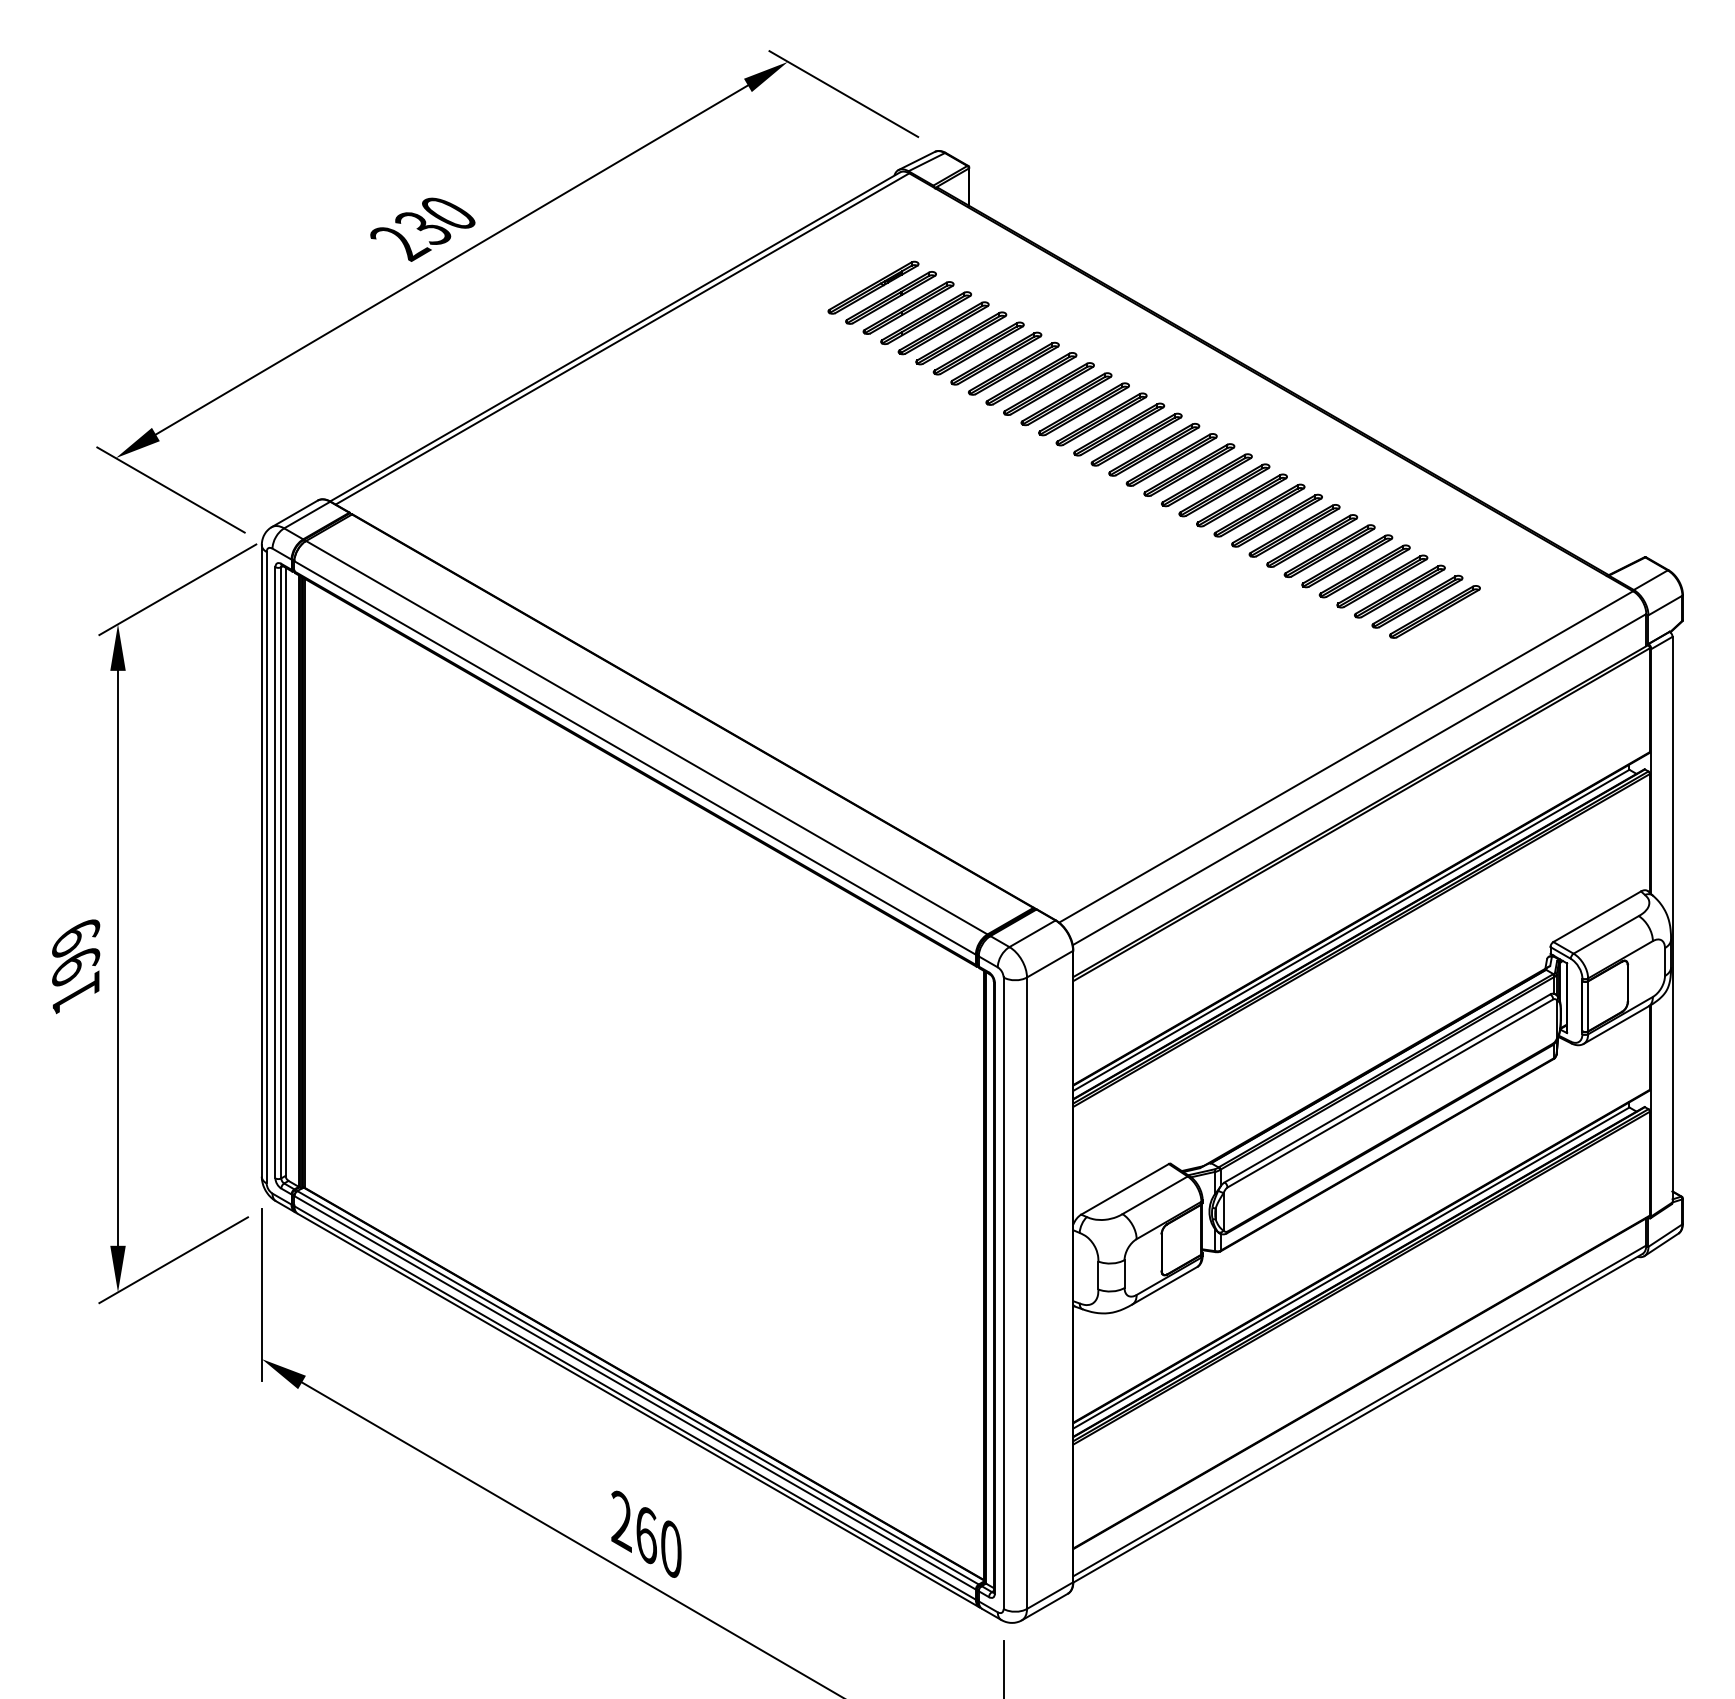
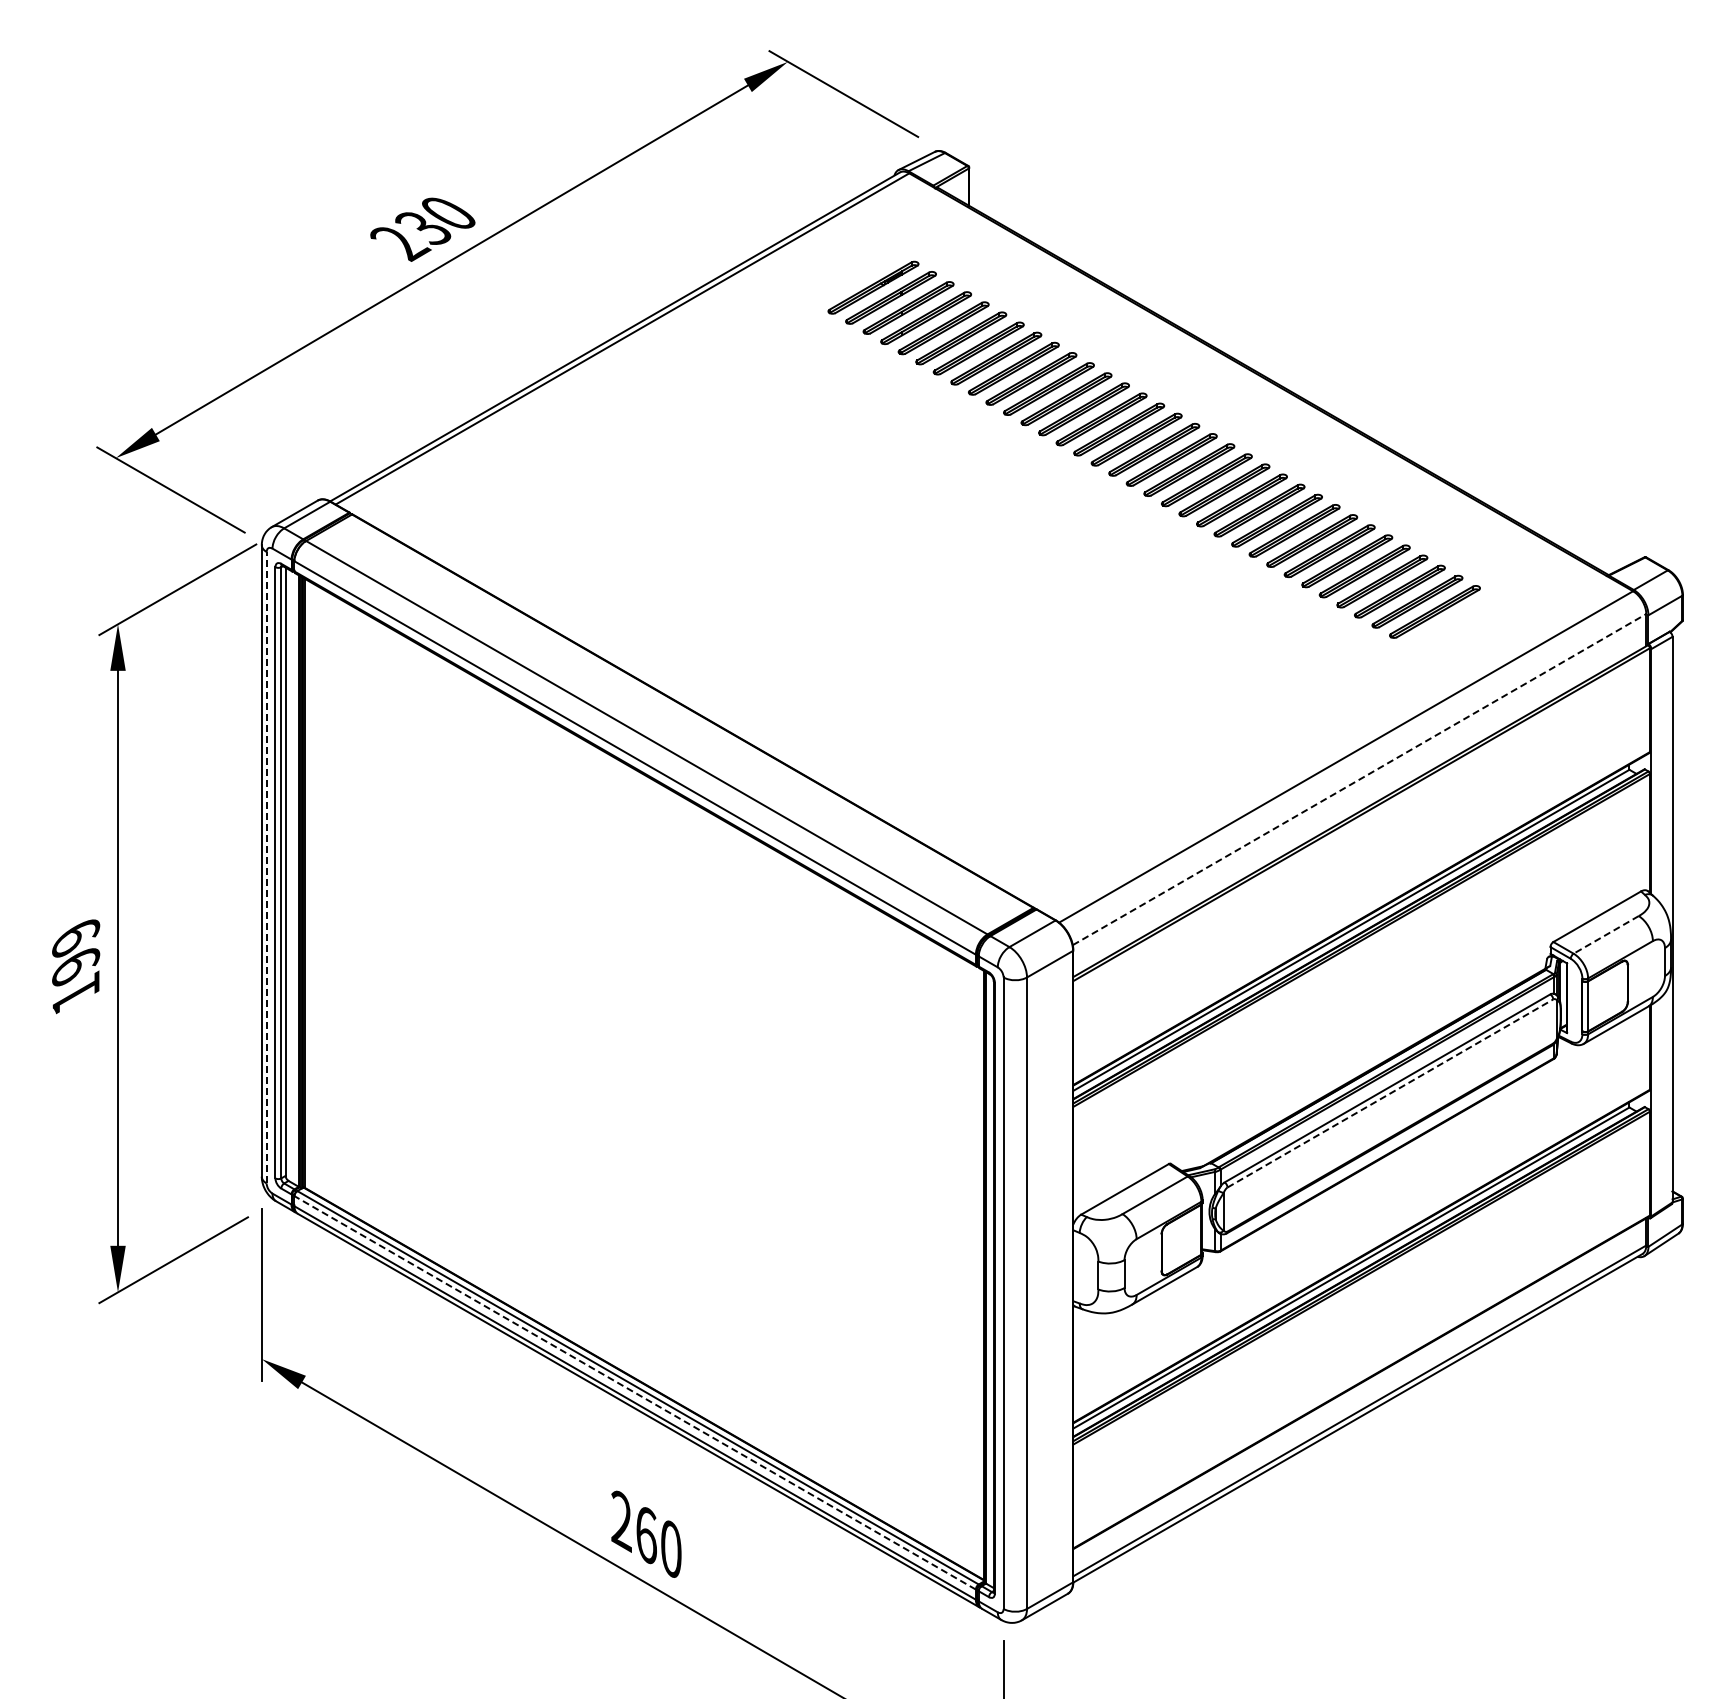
line at (1359, 779): solid -> dashed
line at (266, 867): solid -> dashed
line at (1606, 934): solid -> dashed
line at (1390, 1093): solid -> dashed
line at (634, 1392): solid -> dashed
